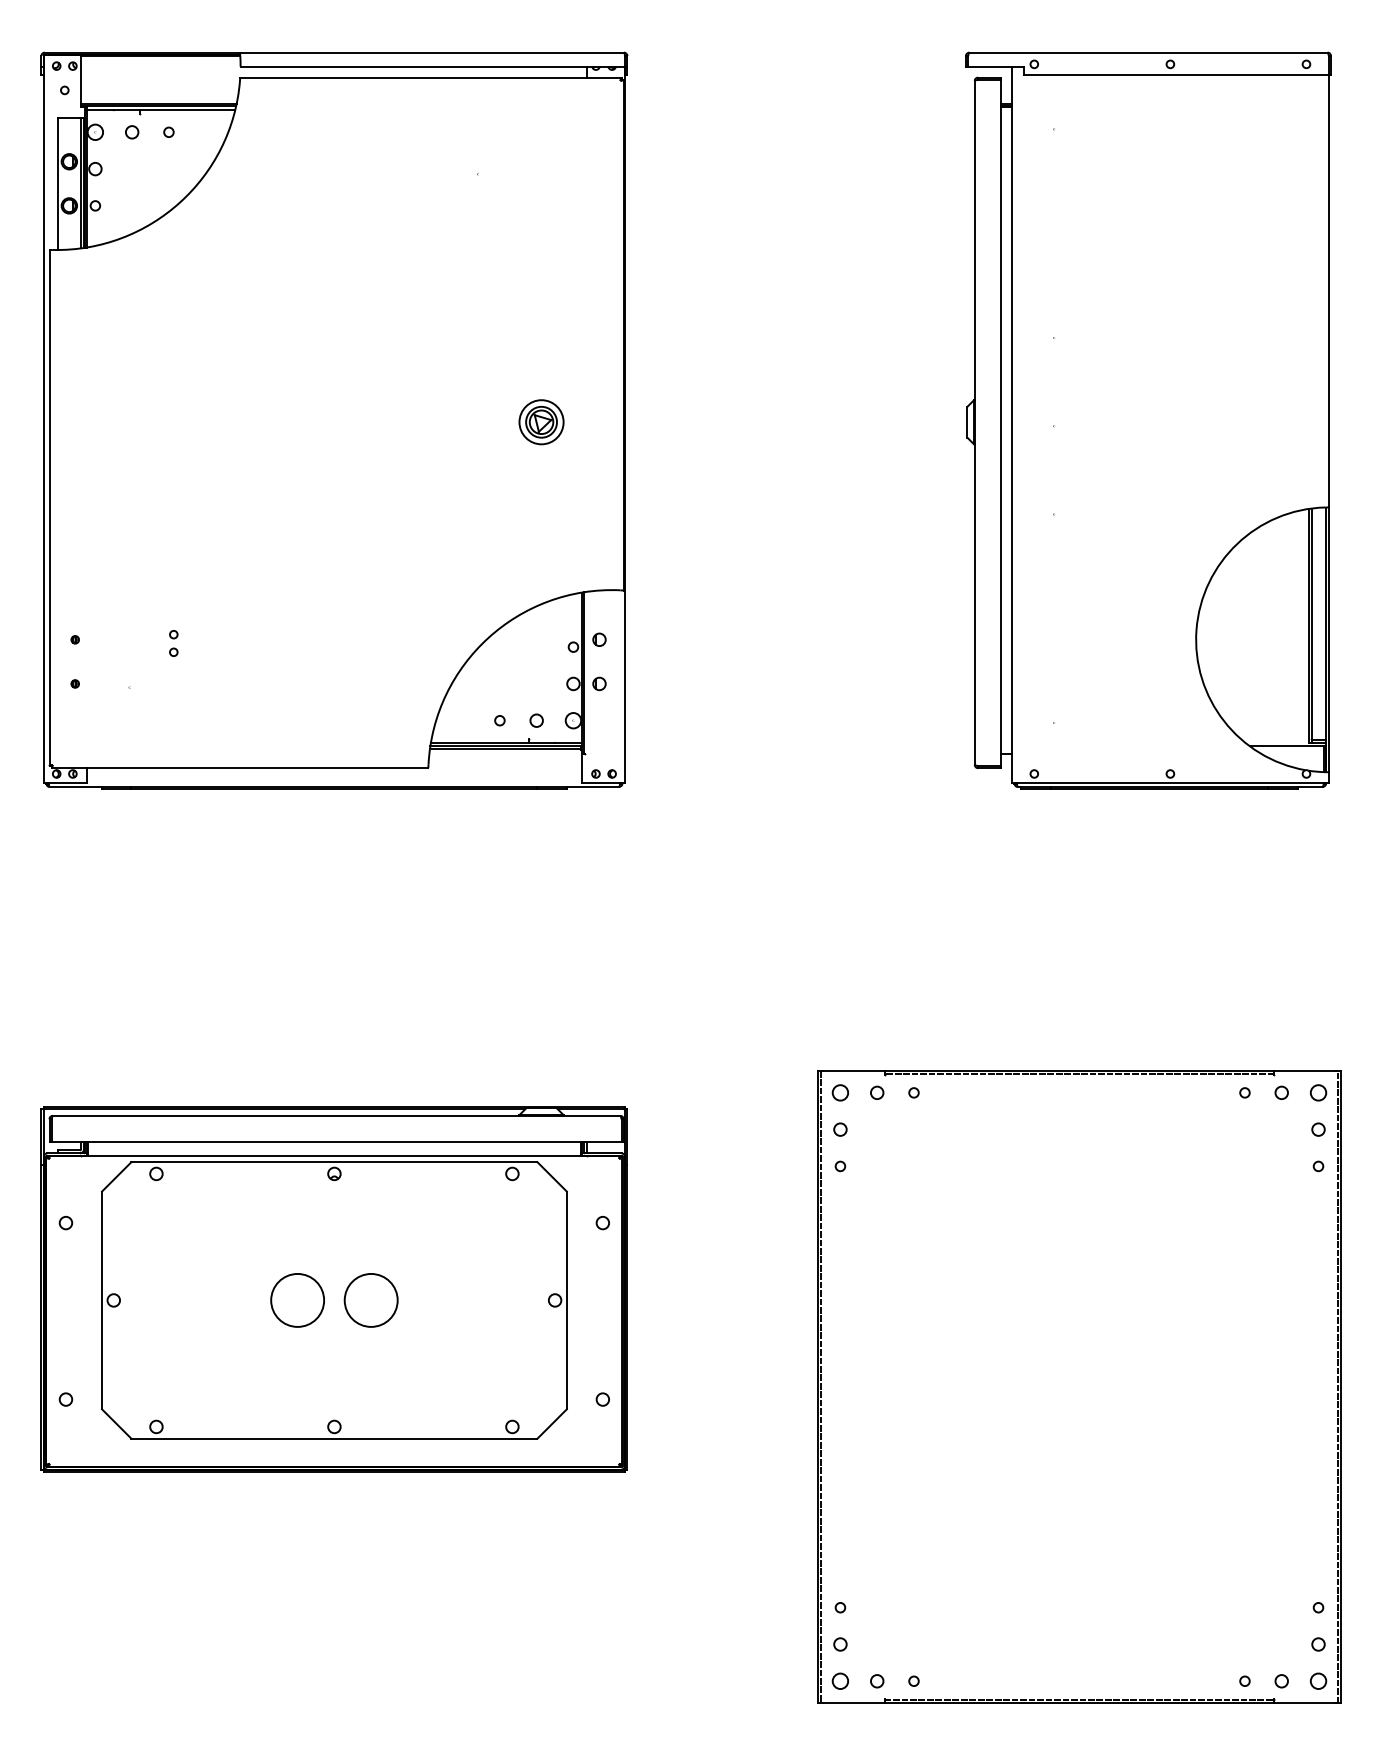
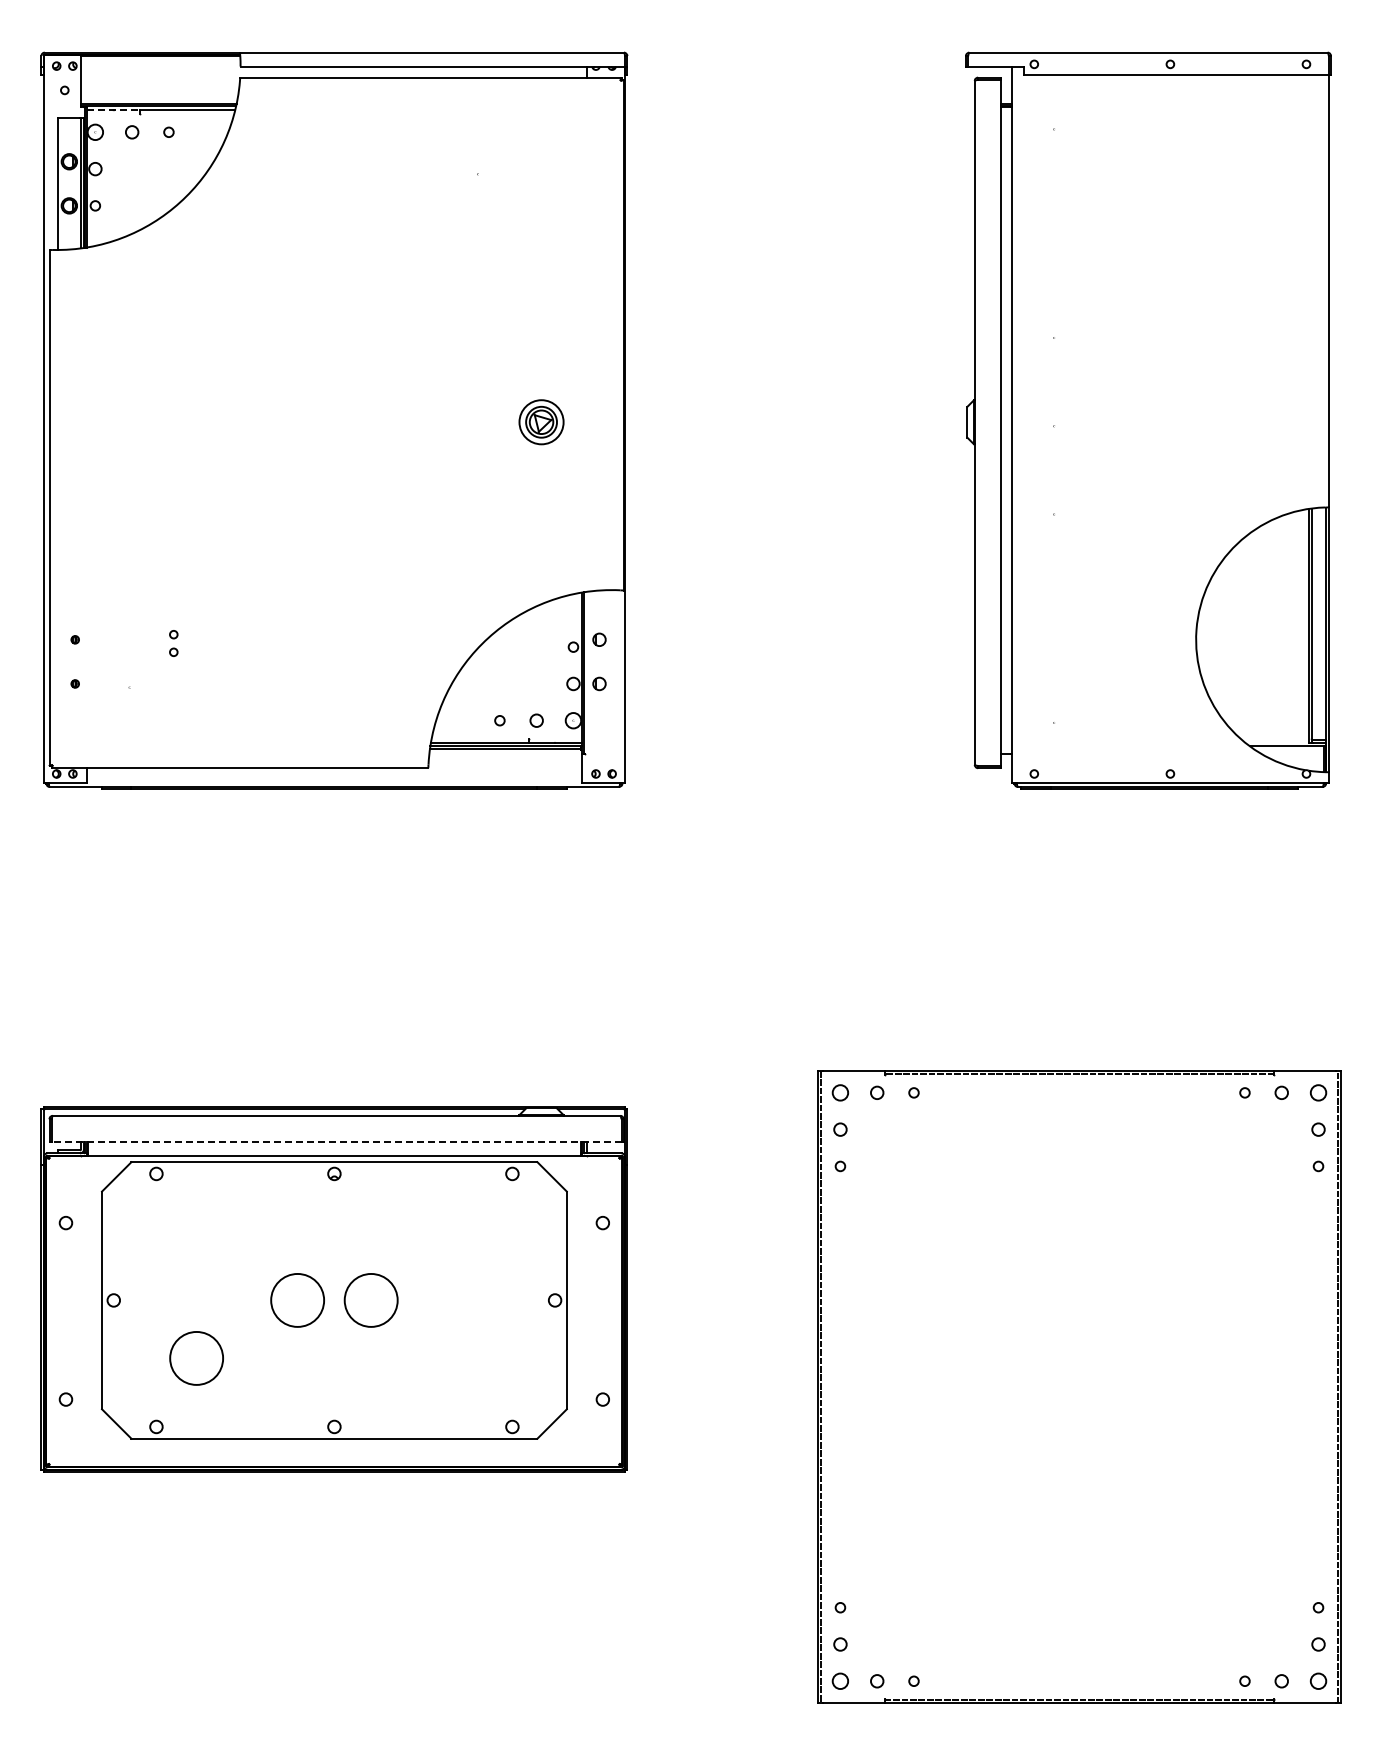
line at (113, 110): solid -> dashed
line at (336, 1142): solid -> dashed
circle at (196, 1358): none -> present
